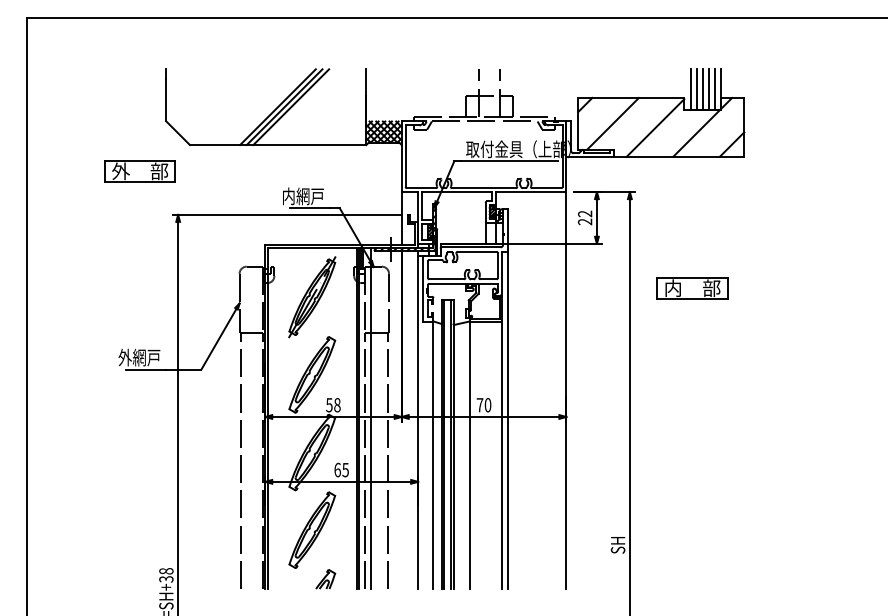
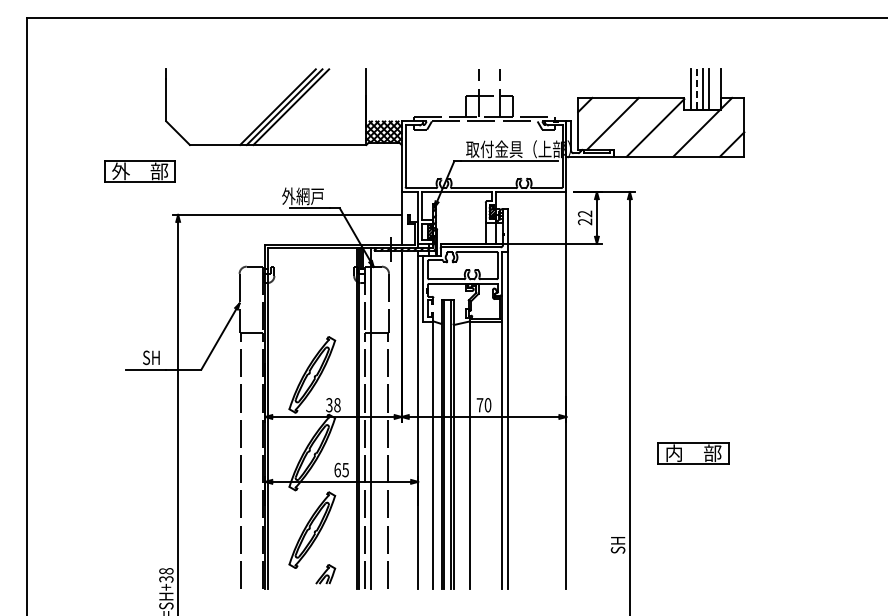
line at (714, 89): present -> none
line at (697, 90): solid -> dashed
text at (288, 196): 内網戸 -> 外網戸
part at (692, 288) position: (692, 288) -> (693, 453)
part at (312, 297): present -> none
text at (139, 357): 外網戸 -> SH
text at (329, 404): 58 -> 38
part at (325, 579) position: (325, 579) -> (325, 574)
